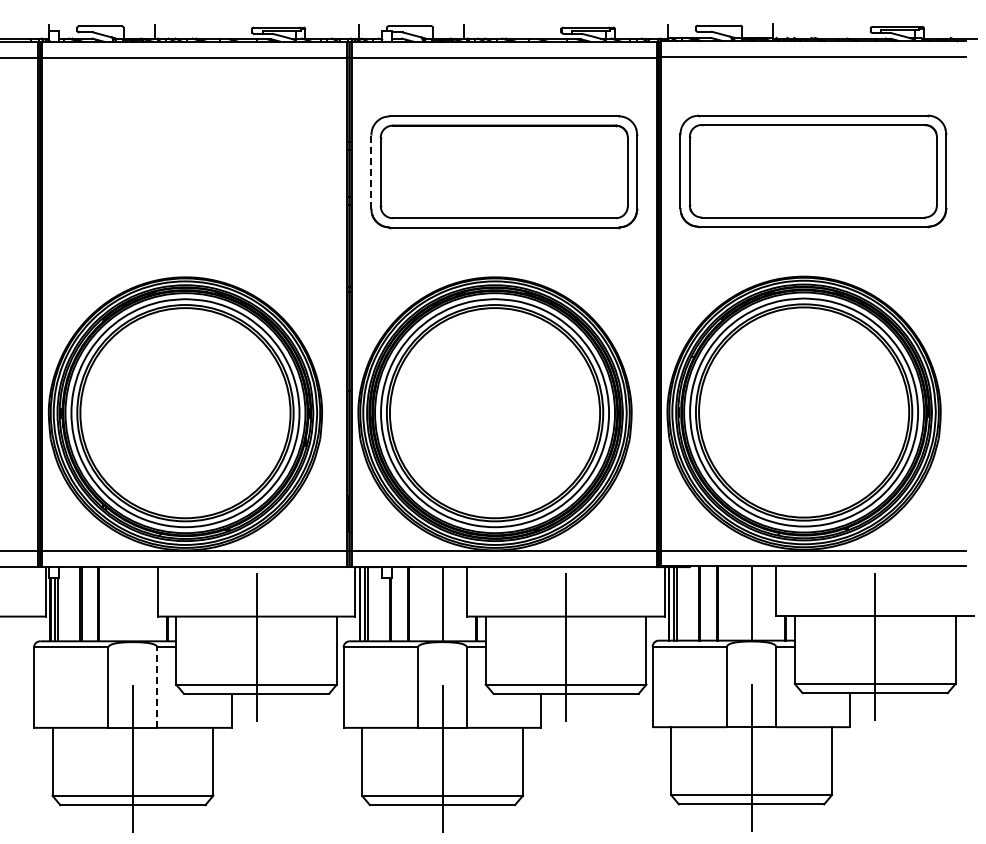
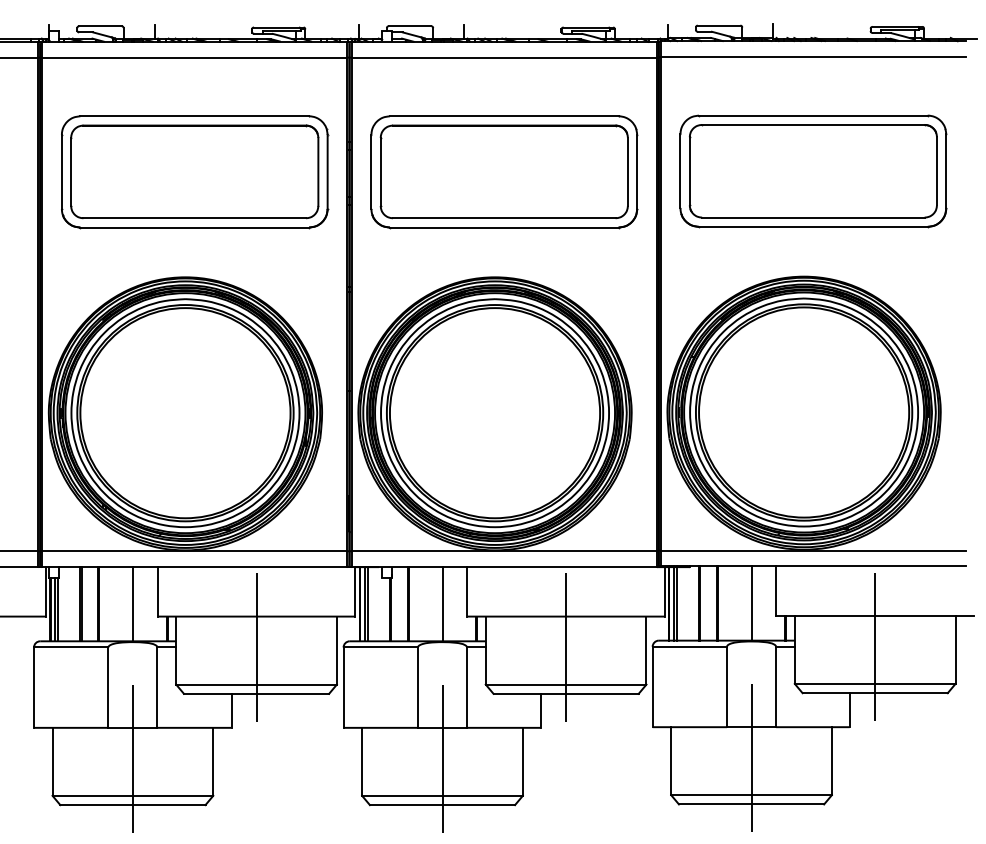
line at (371, 171): dashed -> solid
part at (195, 172): none -> present
line at (132, 604): none -> present
line at (157, 687): dashed -> solid
